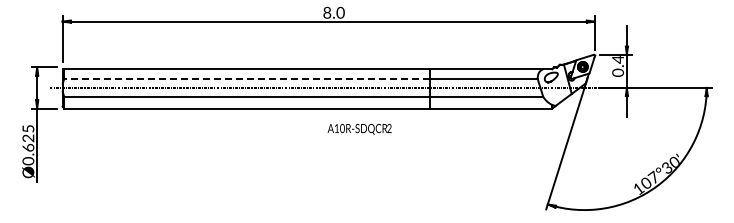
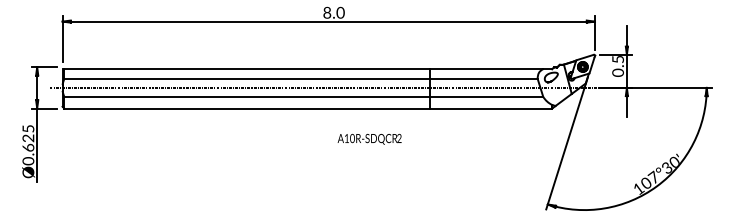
text at (617, 59): 0.4 -> 0.5
line at (247, 78): dashed -> solid
text at (359, 129) position: (359, 129) -> (369, 139)
